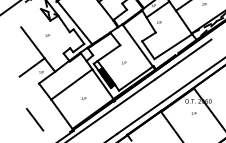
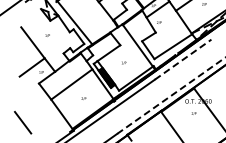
line at (183, 59): solid -> dashed
line at (171, 95): solid -> dashed
line at (35, 119) position: (35, 119) -> (23, 122)
